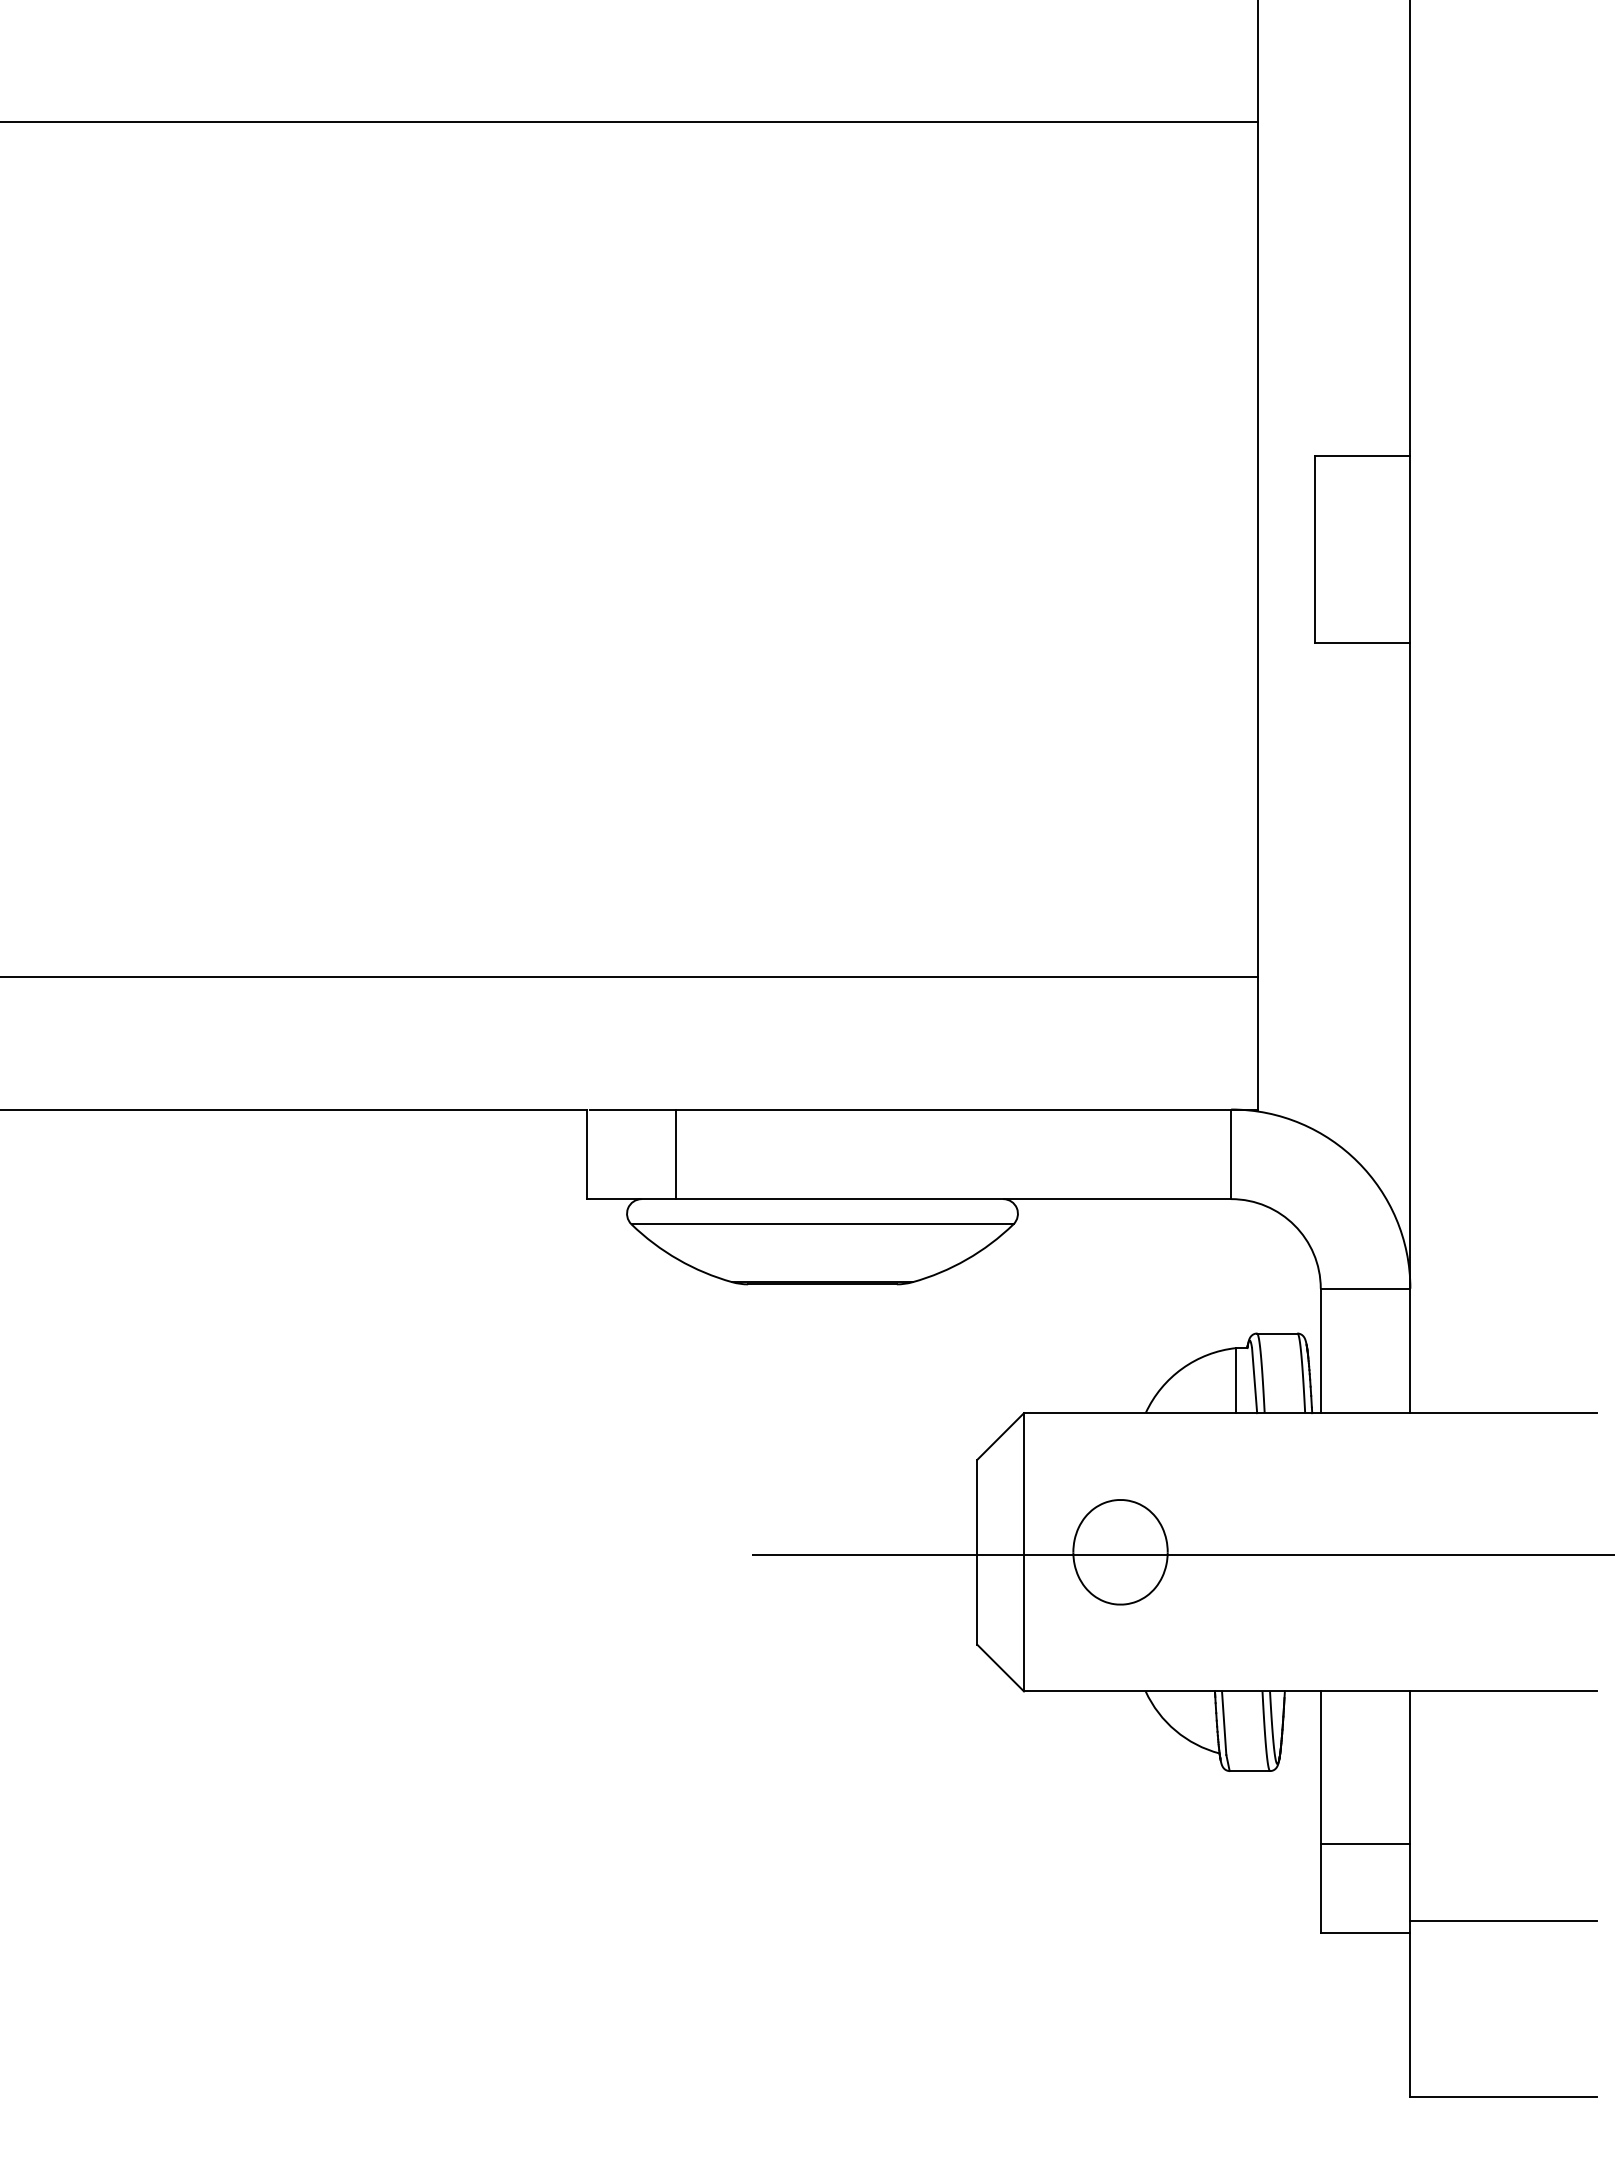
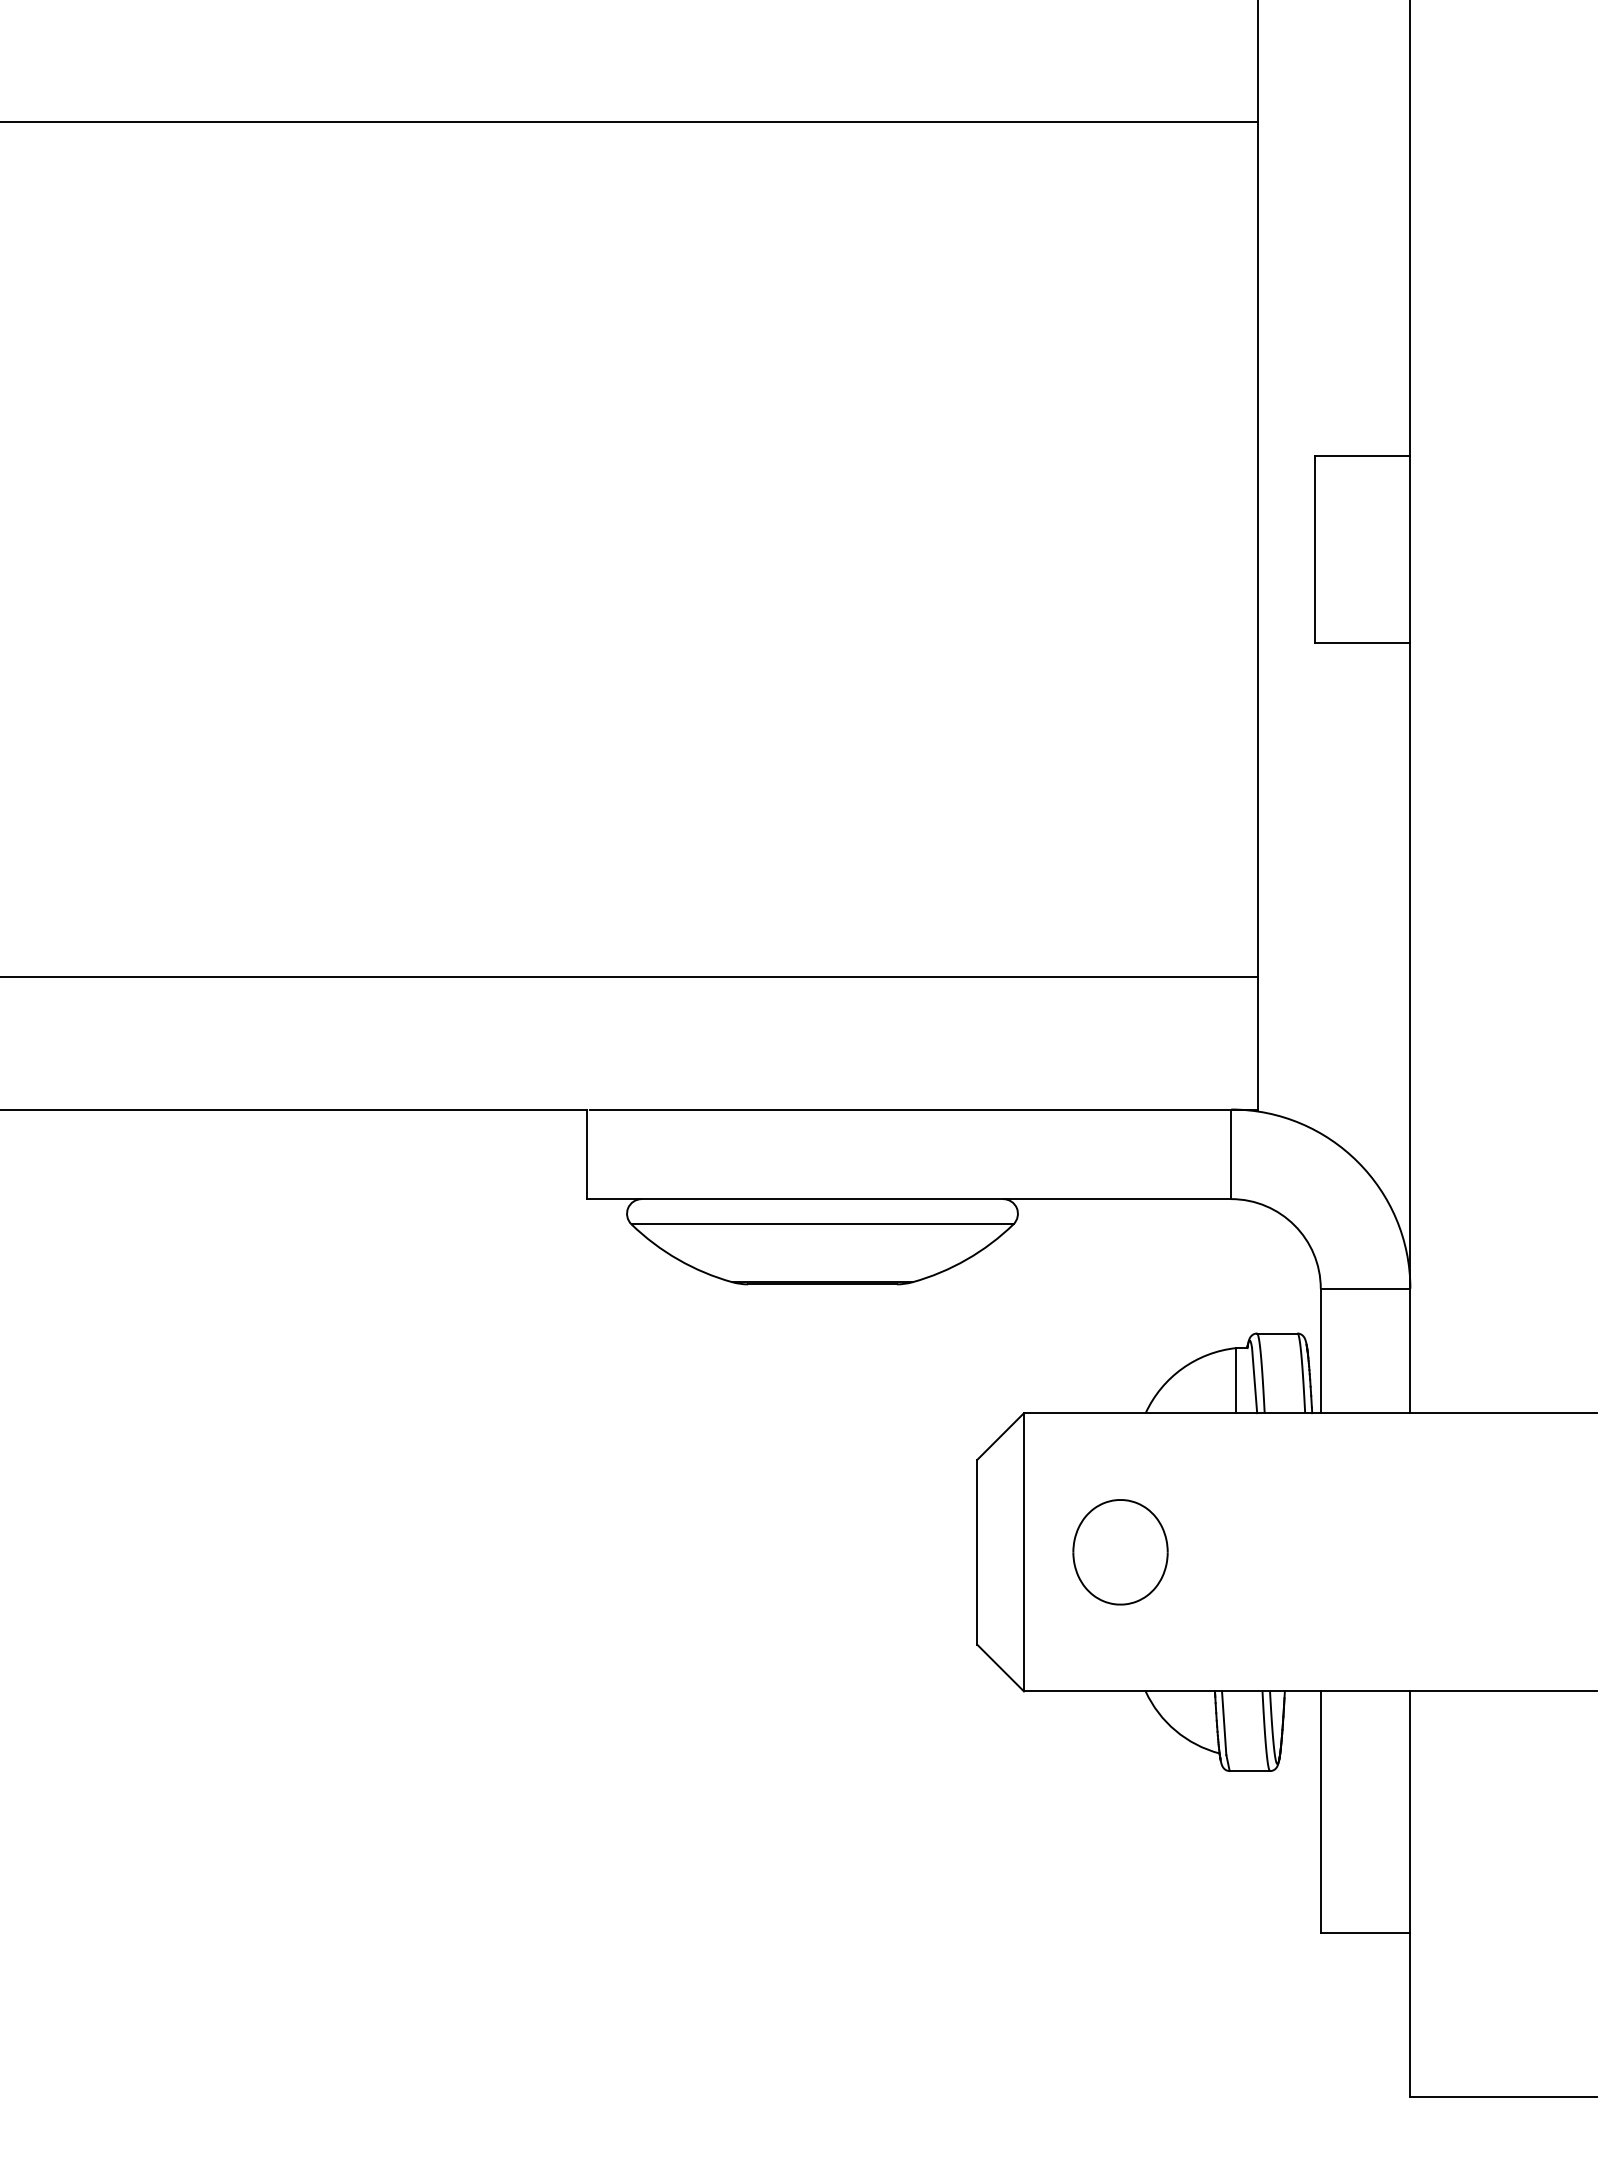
line at (675, 1154): present -> none
line at (1181, 1555): present -> none
line at (1365, 1844): present -> none
line at (1503, 1920): present -> none
